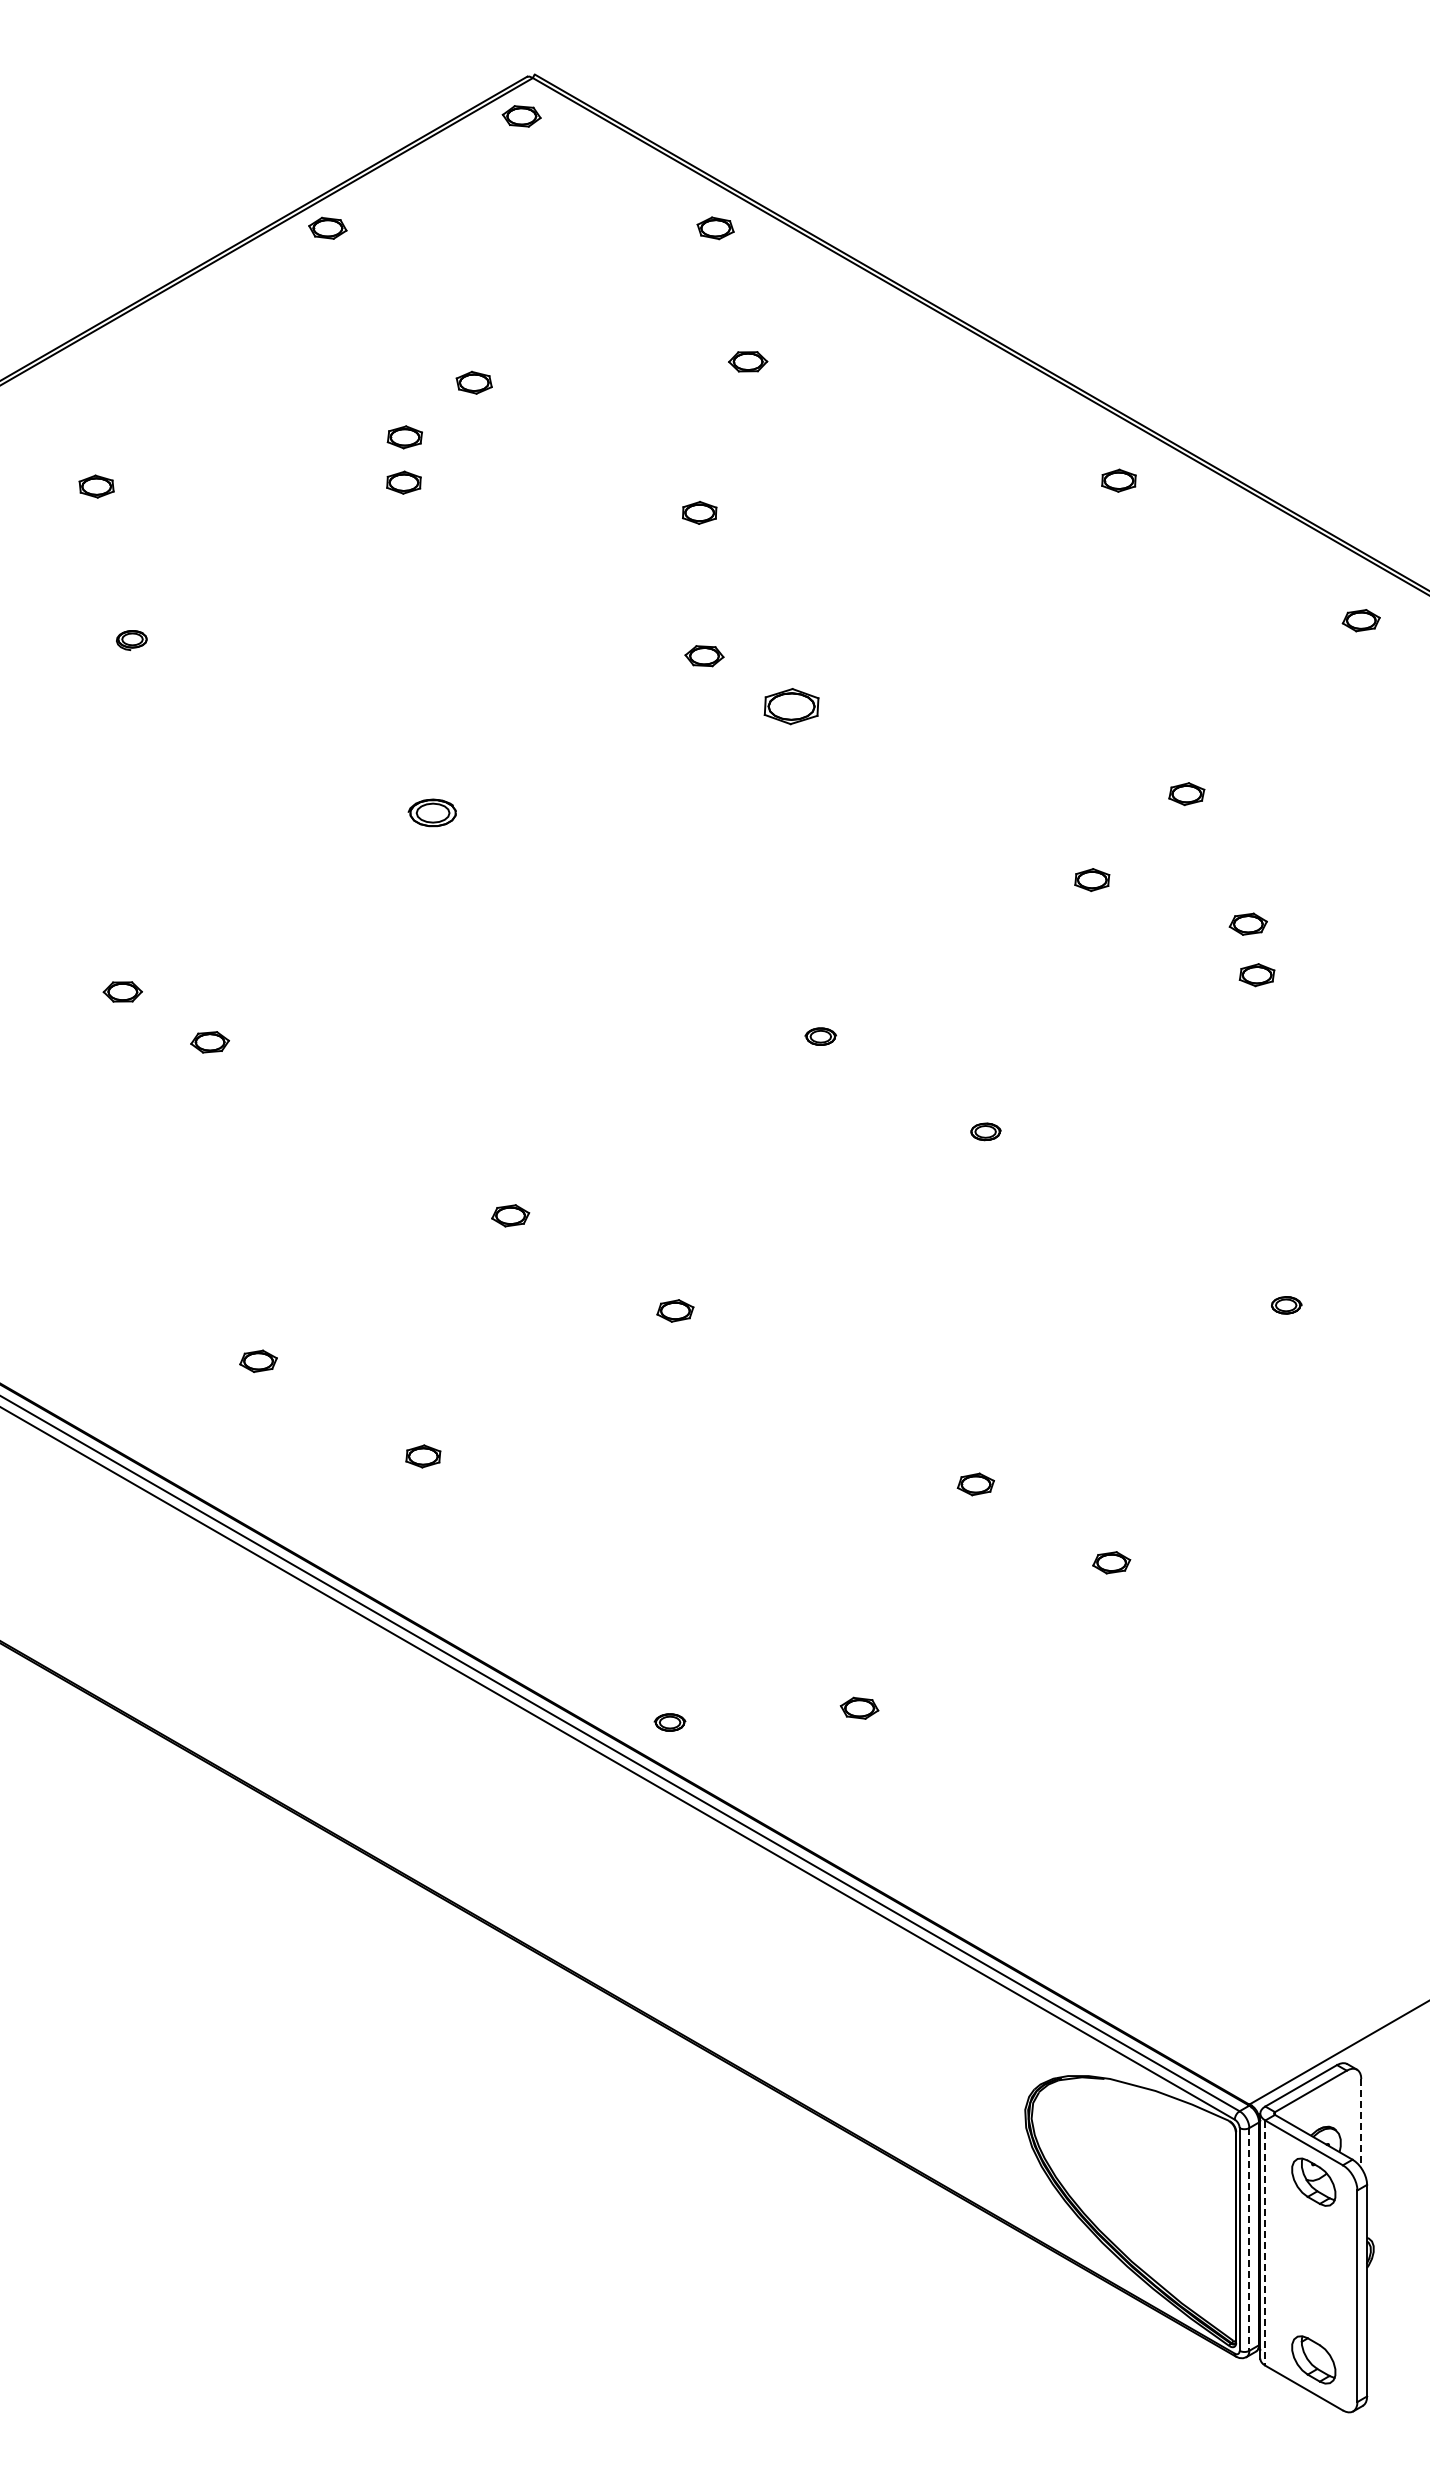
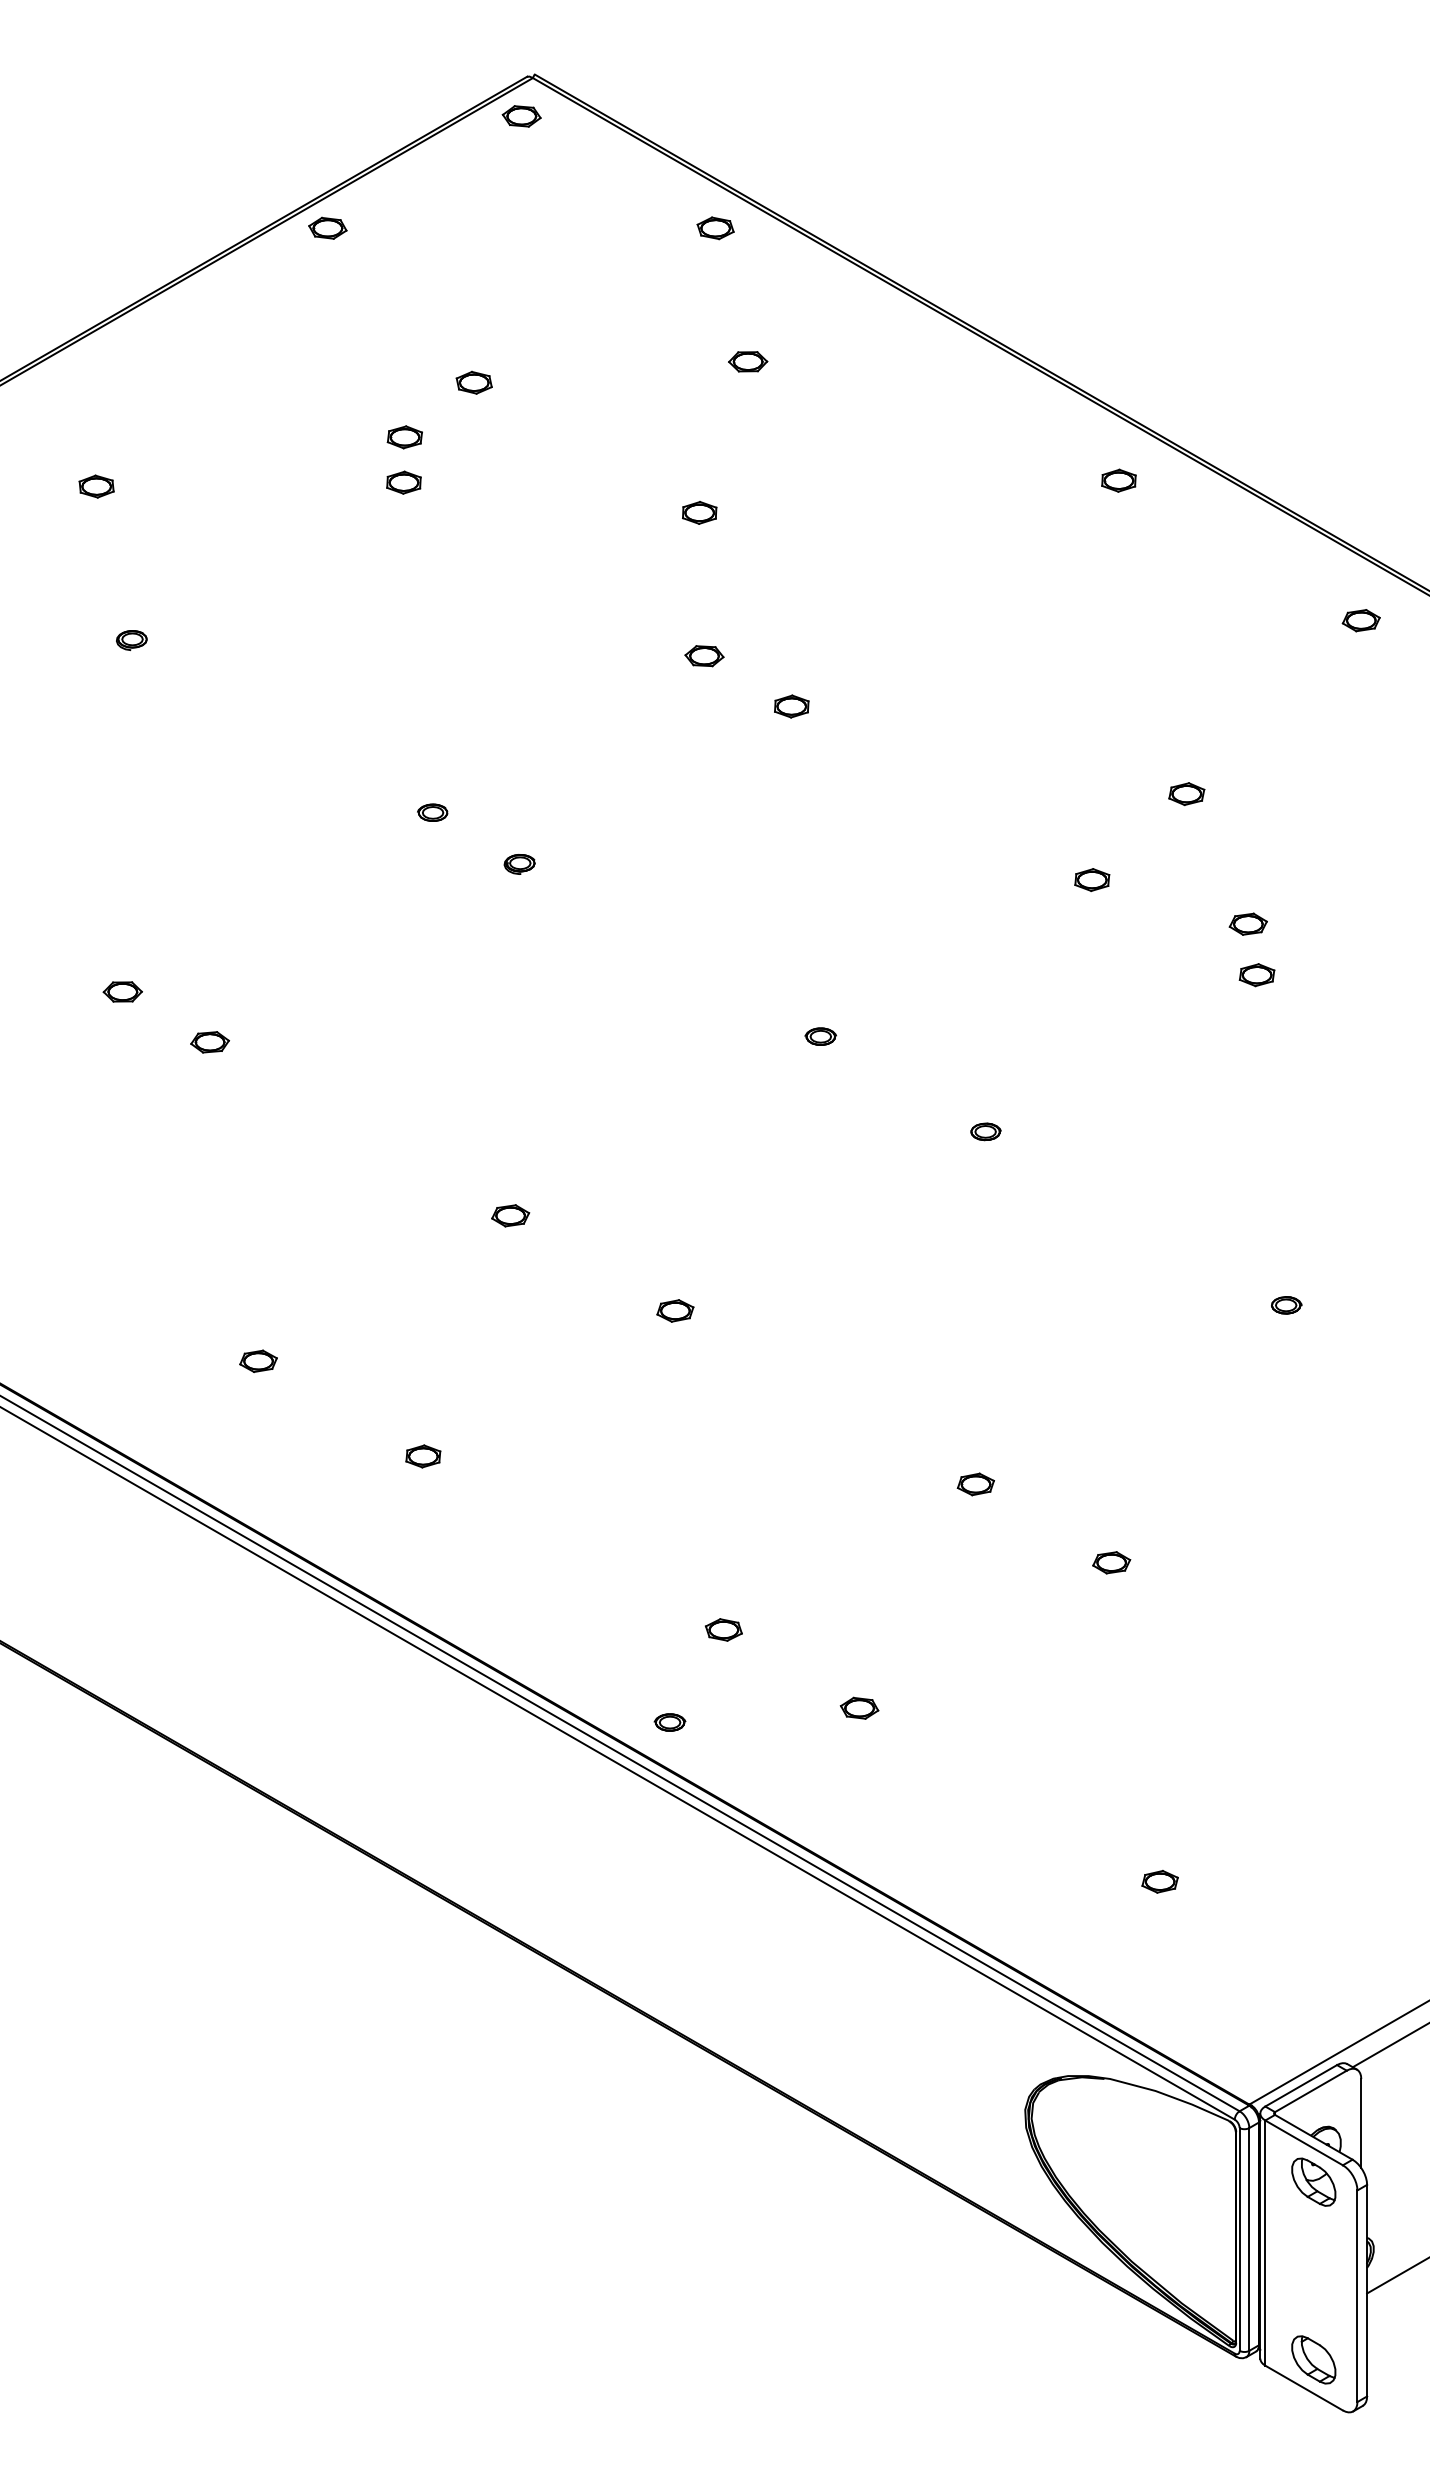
part at (791, 706) size: 57x38 px -> 36x25 px
part at (431, 812) size: 50x30 px -> 32x19 px
part at (519, 864): none -> present
part at (723, 1629): none -> present
part at (1159, 1881): none -> present
line at (1389, 2045): none -> present
line at (1361, 2124): dashed -> solid
line at (1249, 2239): dashed -> solid
line at (1265, 2243): dashed -> solid
line at (1396, 2275): none -> present
